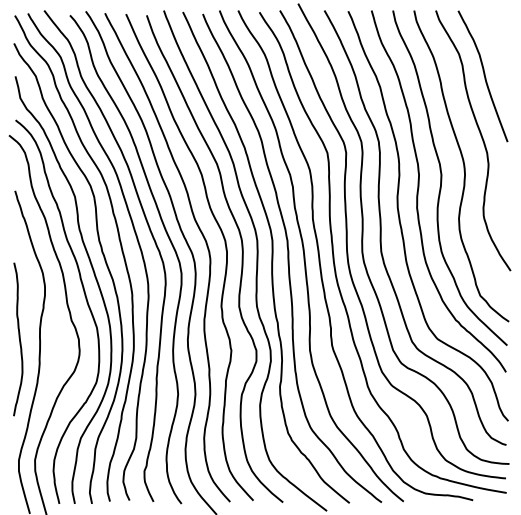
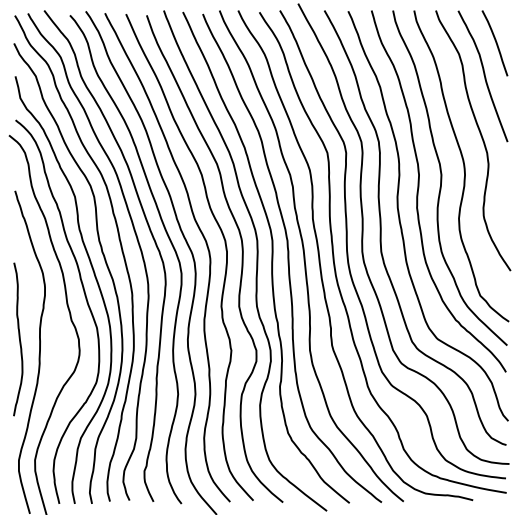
curve at (495, 43): none -> present
